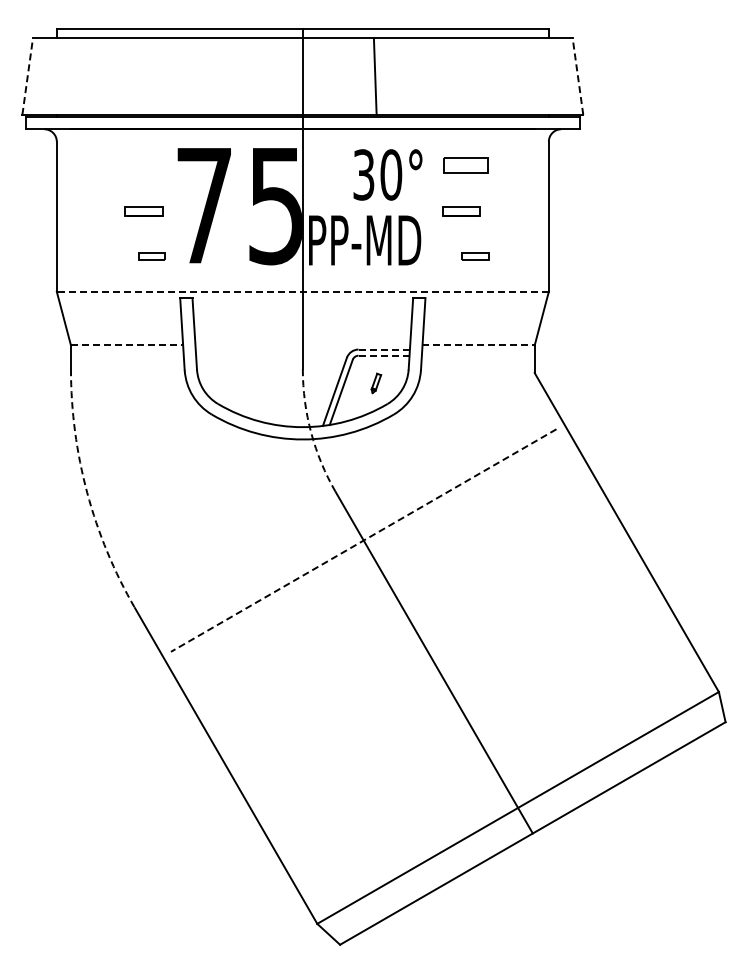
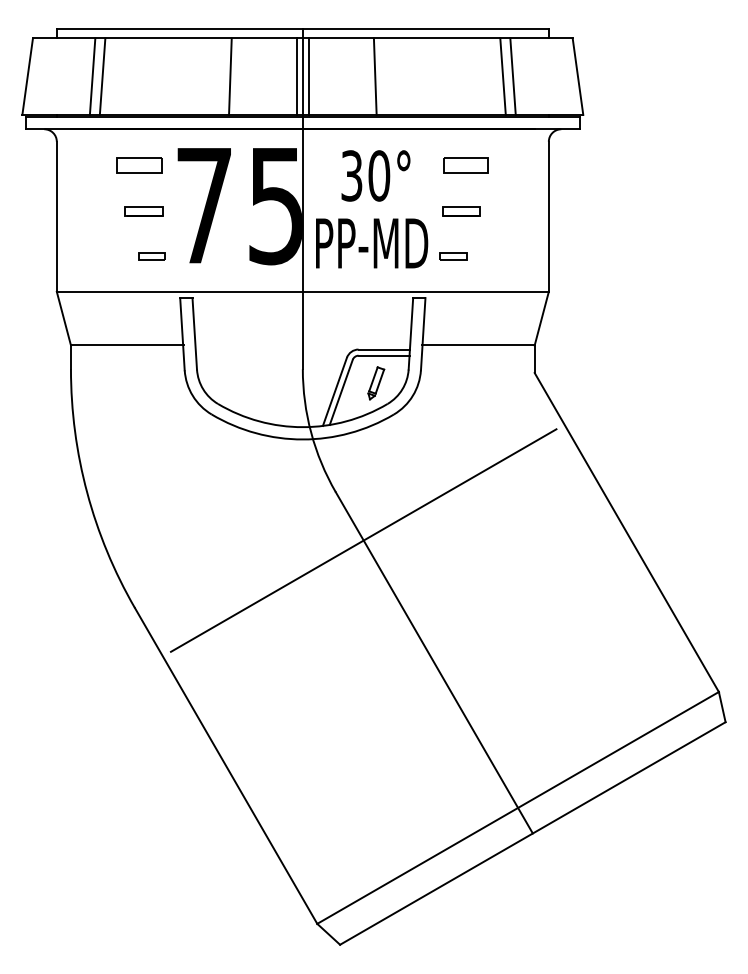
line at (27, 76): dashed -> solid
line at (92, 76): none -> present
line at (102, 76): none -> present
line at (230, 76): none -> present
line at (296, 76): none -> present
line at (308, 76): none -> present
line at (502, 76): none -> present
line at (512, 76): none -> present
line at (577, 76): dashed -> solid
part at (139, 165): none -> present
text at (387, 174) position: (387, 174) -> (375, 175)
text at (365, 240) position: (365, 240) -> (372, 243)
part at (475, 256) position: (475, 256) -> (453, 256)
line at (302, 291): dashed -> solid
line at (127, 345): dashed -> solid
line at (478, 345): dashed -> solid
line at (383, 349): dashed -> solid
line at (383, 355): dashed -> solid
part at (376, 383) size: 13x23 px -> 19x35 px
arc at (311, 432): dashed -> solid
arc at (87, 492): dashed -> solid
line at (363, 540): dashed -> solid
